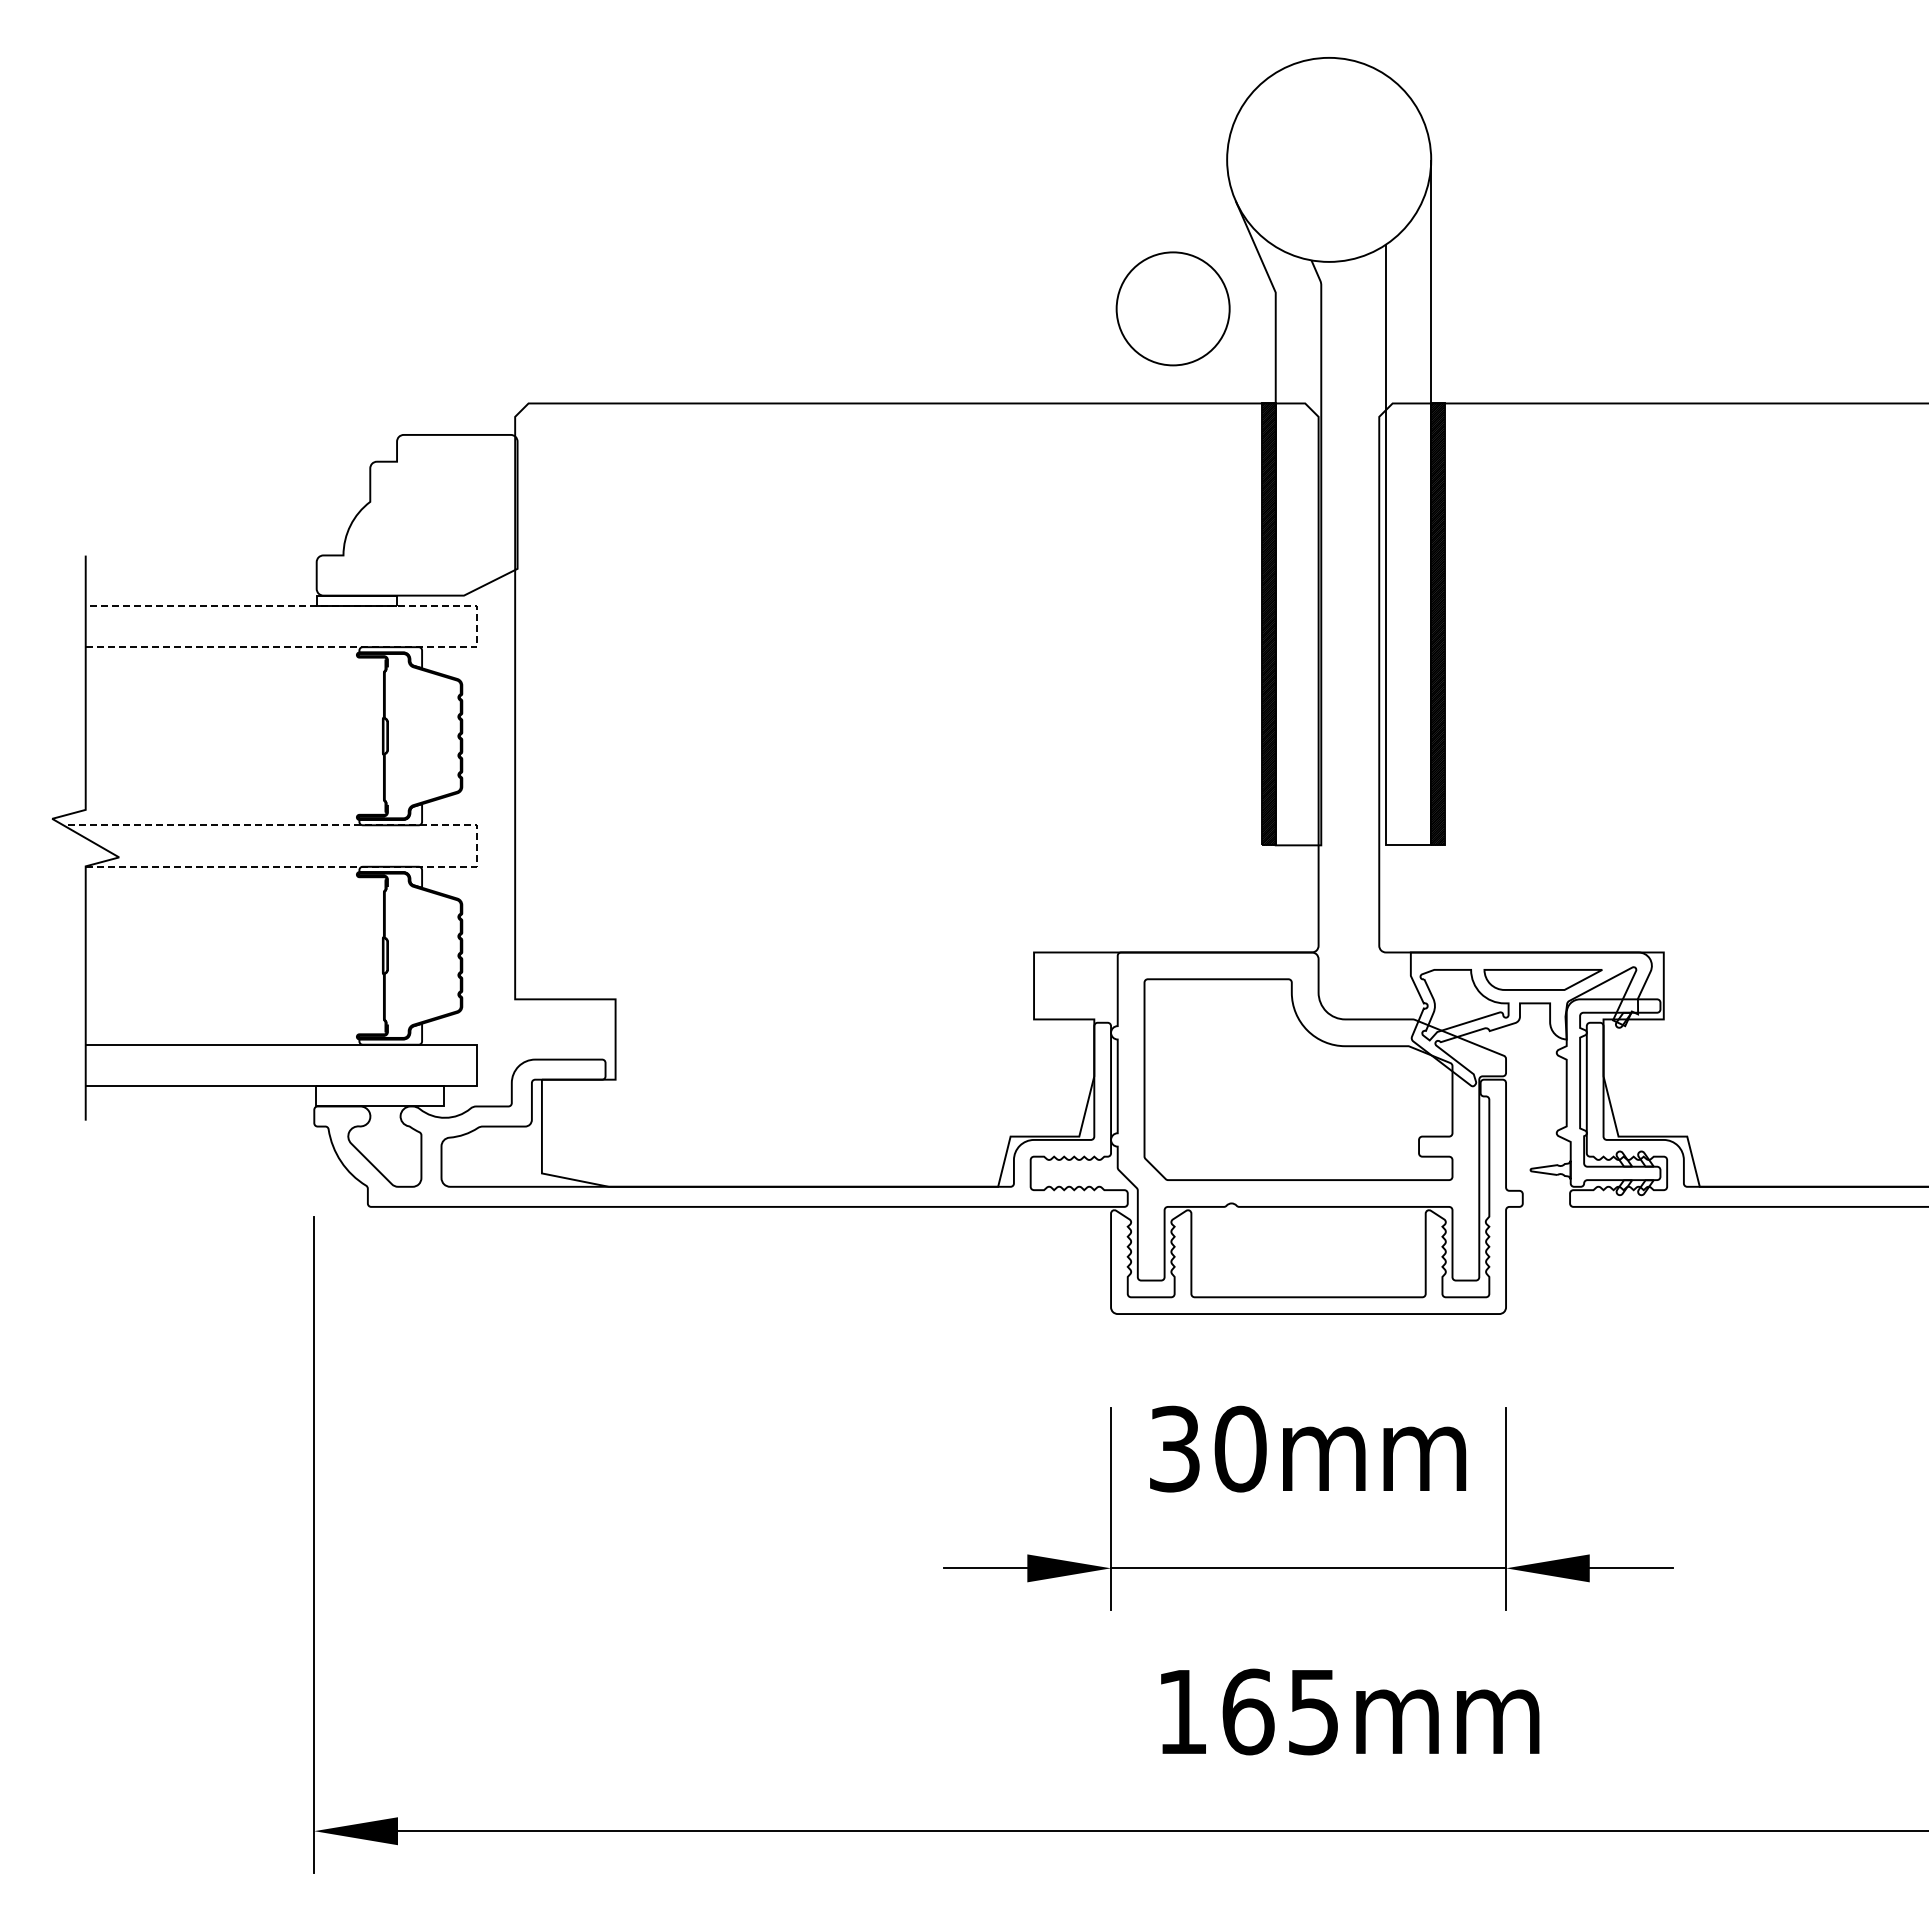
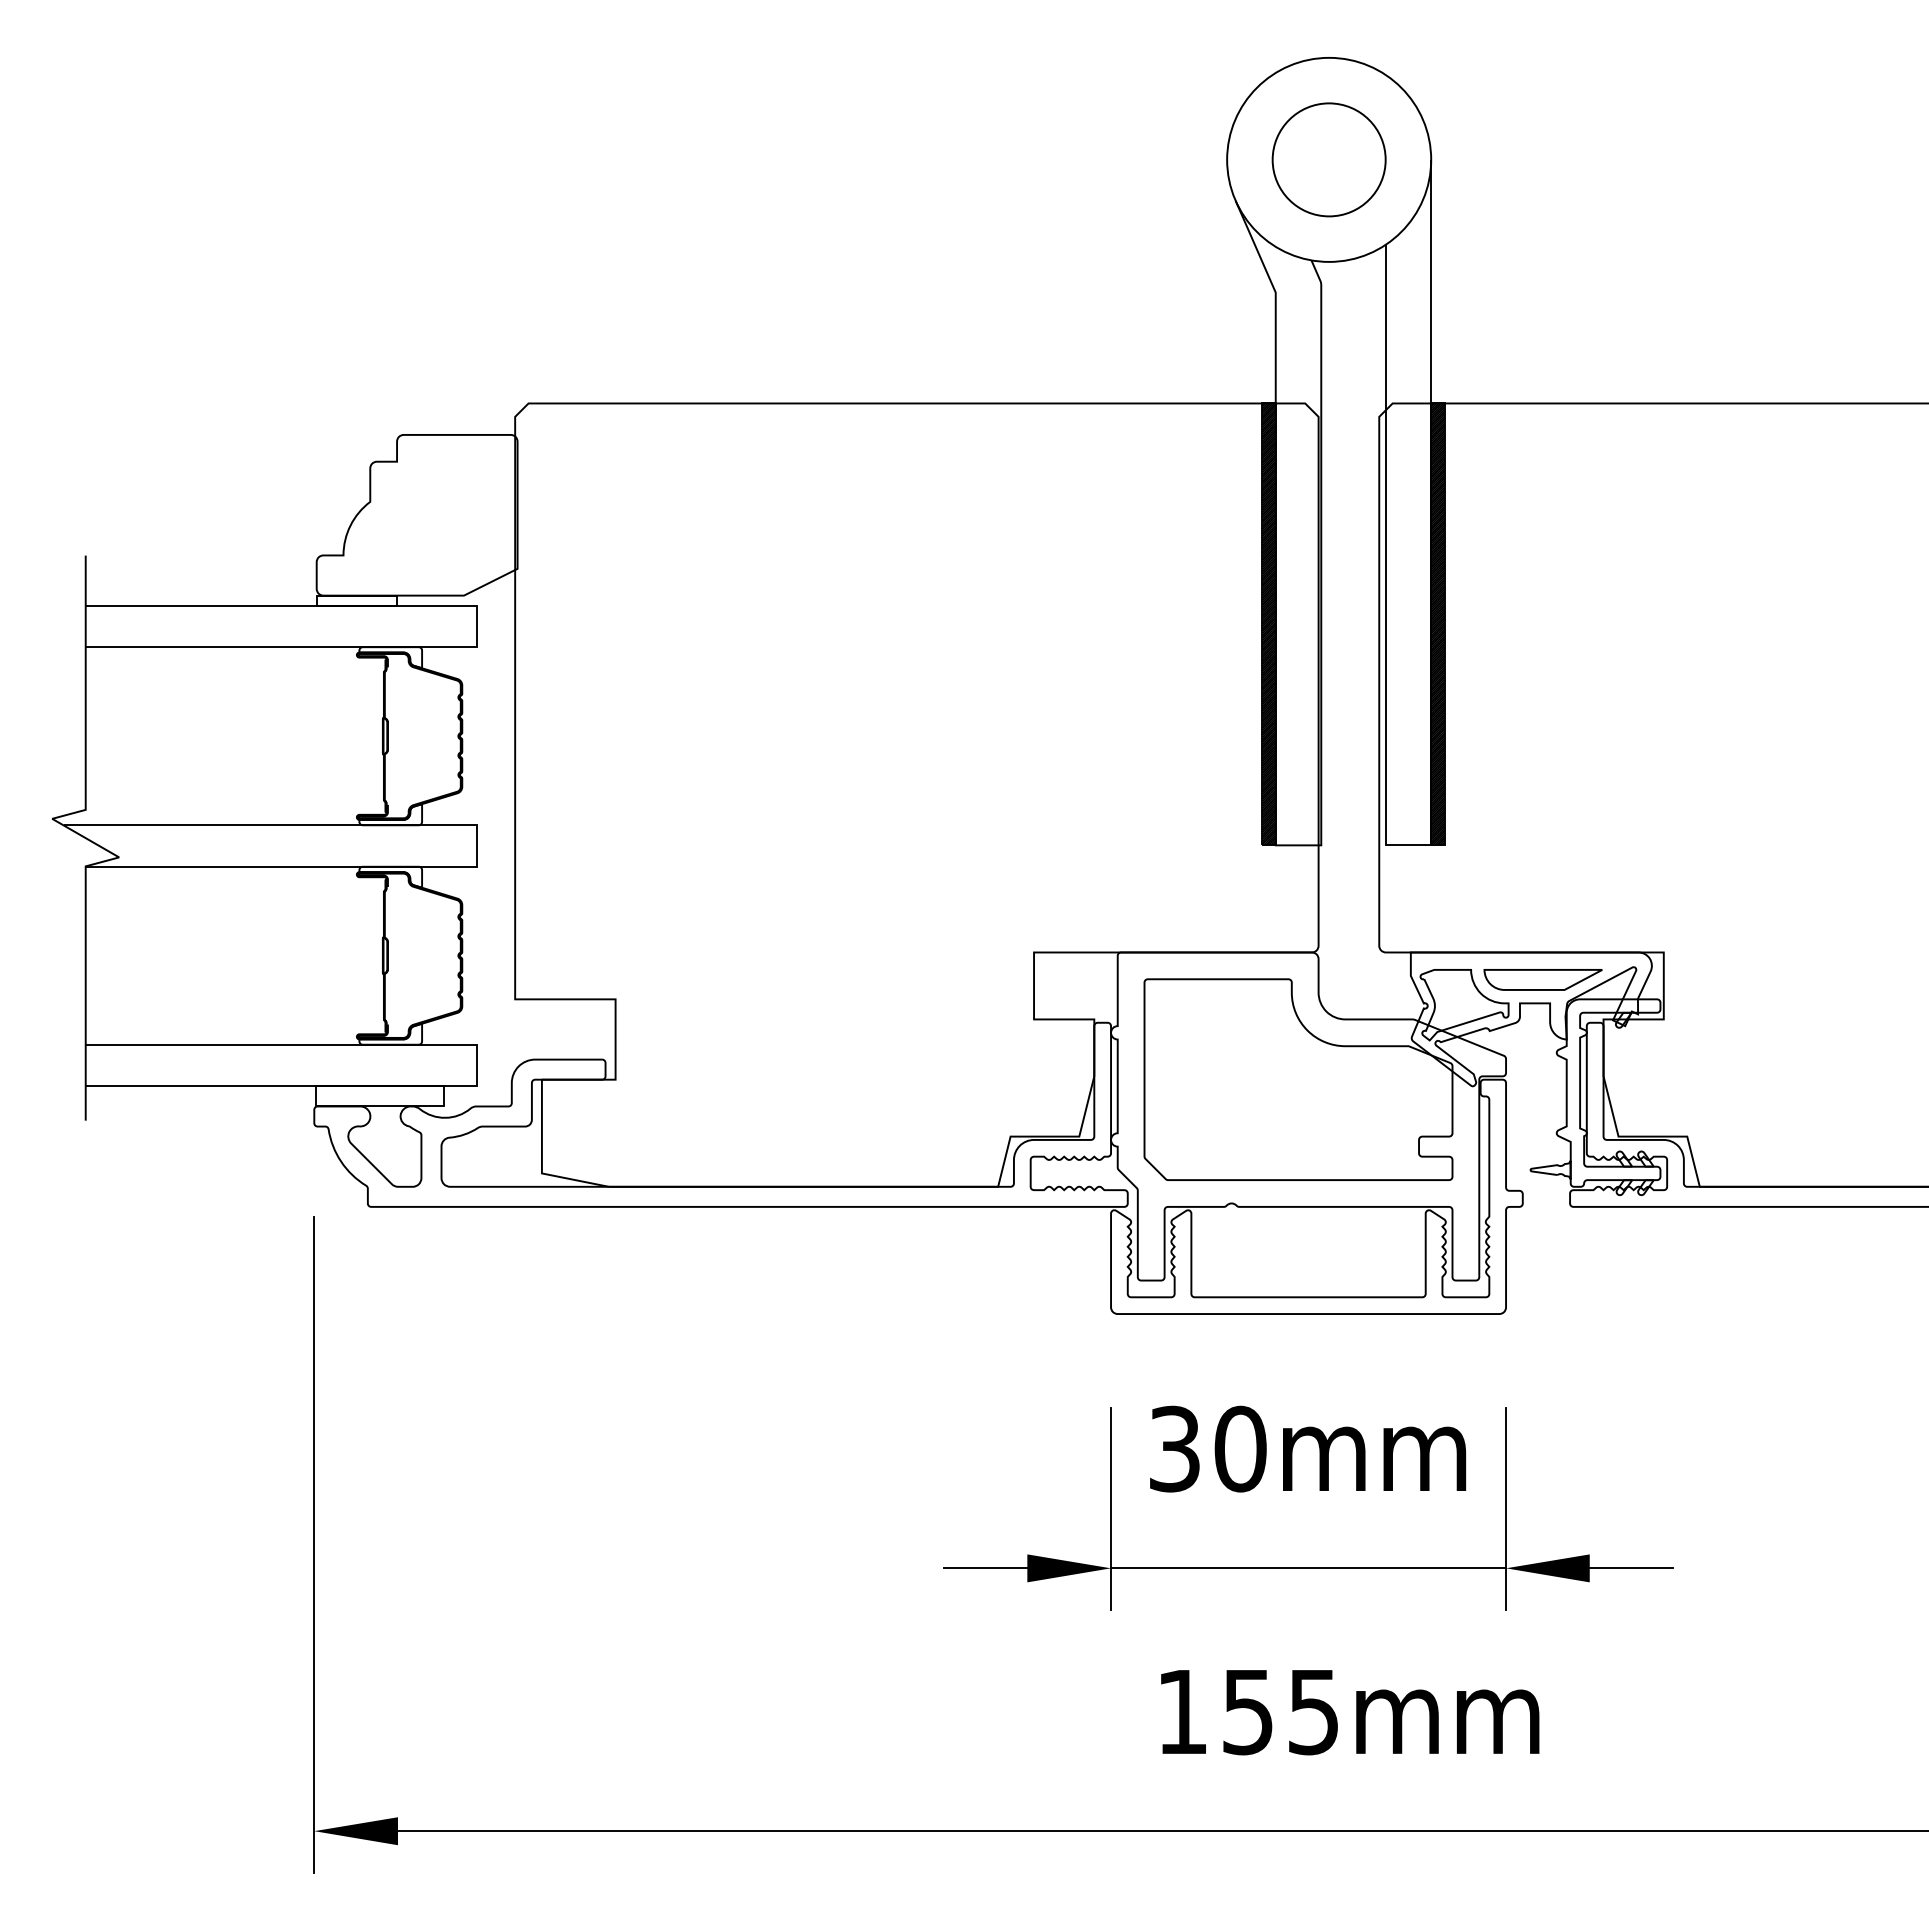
circle at (1172, 308) position: (1172, 308) -> (1328, 159)
line at (477, 626): dashed -> solid
line at (477, 835): dashed -> solid
text at (1248, 1711): 165mm -> 155mm
